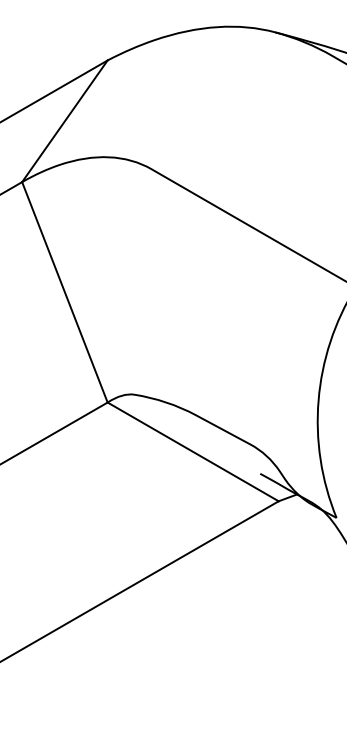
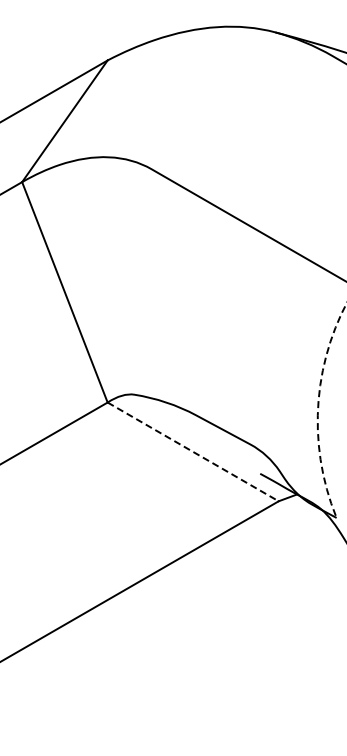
arc at (318, 410): solid -> dashed
line at (193, 451): solid -> dashed
